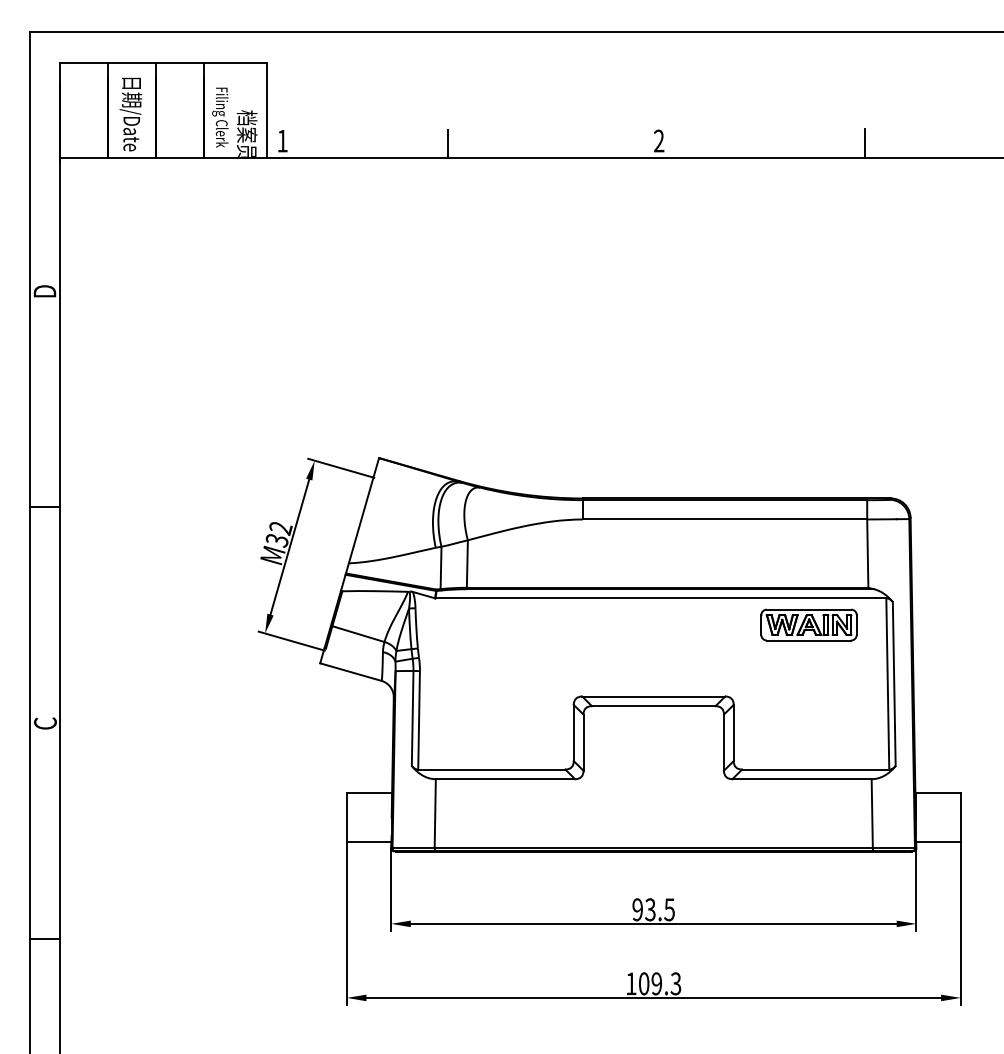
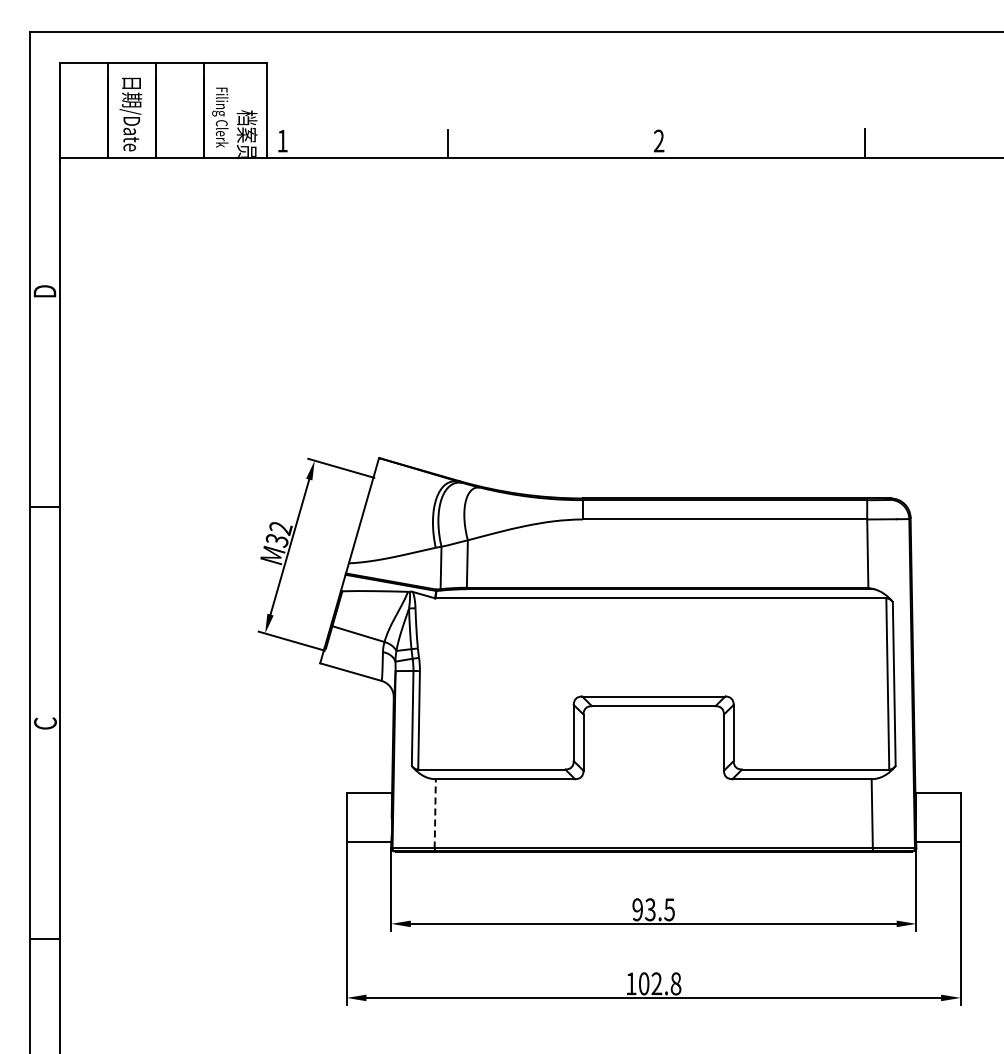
part at (808, 624): present -> none
line at (435, 813): solid -> dashed
text at (666, 983): 109.3 -> 102.8
